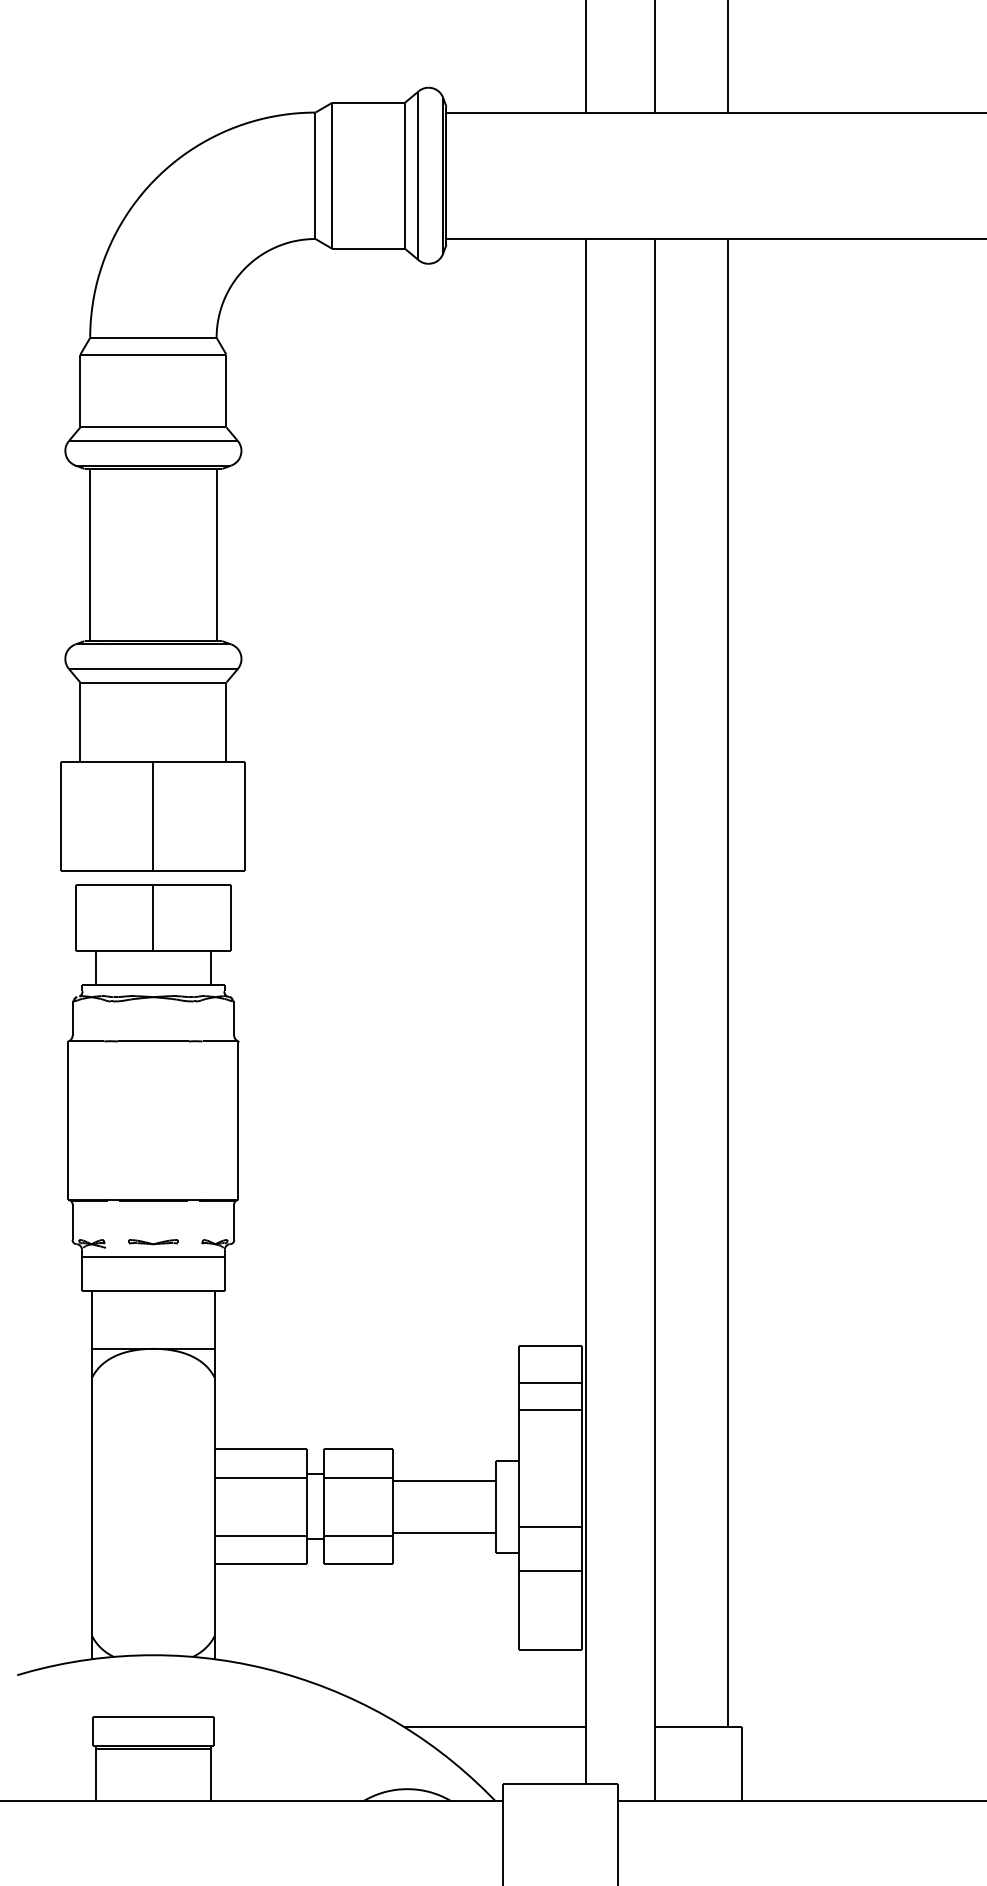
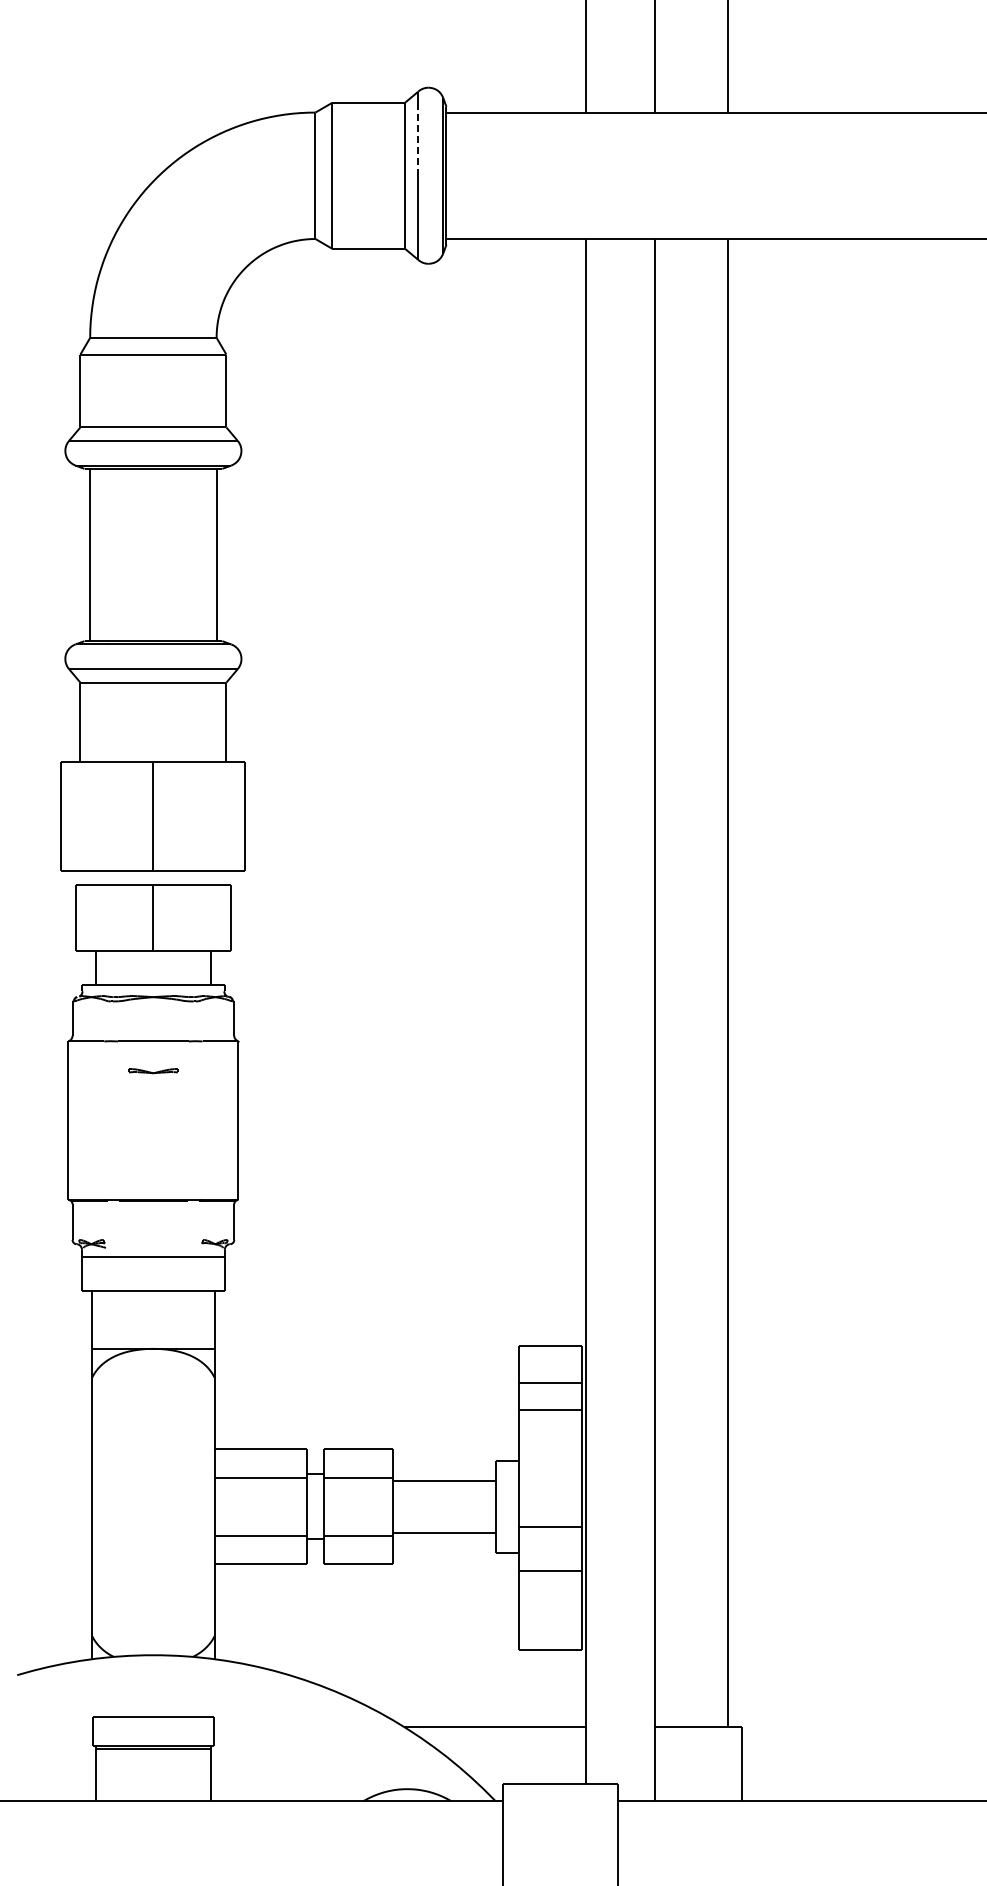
line at (418, 141): solid -> dashed
part at (153, 1242) position: (153, 1242) -> (153, 1071)
